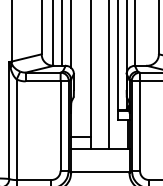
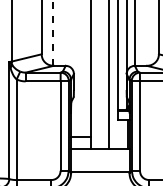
line at (53, 33): solid -> dashed
line at (62, 33): present -> none
line at (70, 34): present -> none
